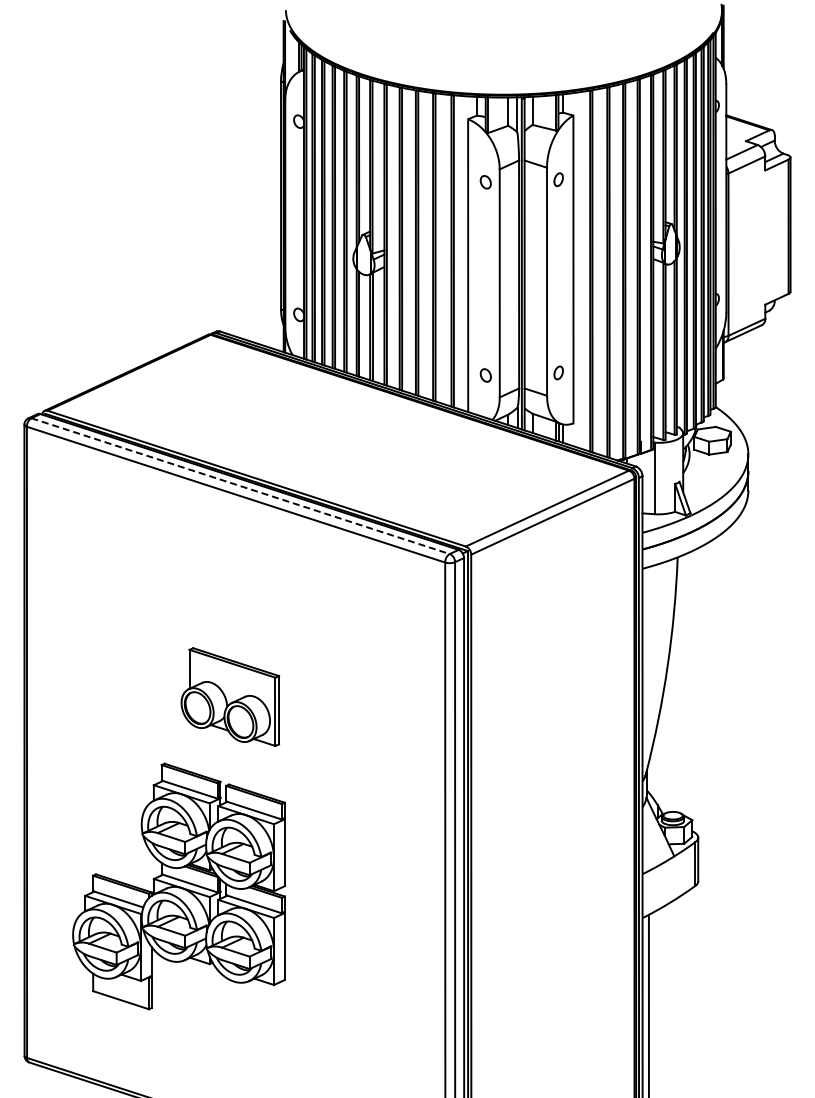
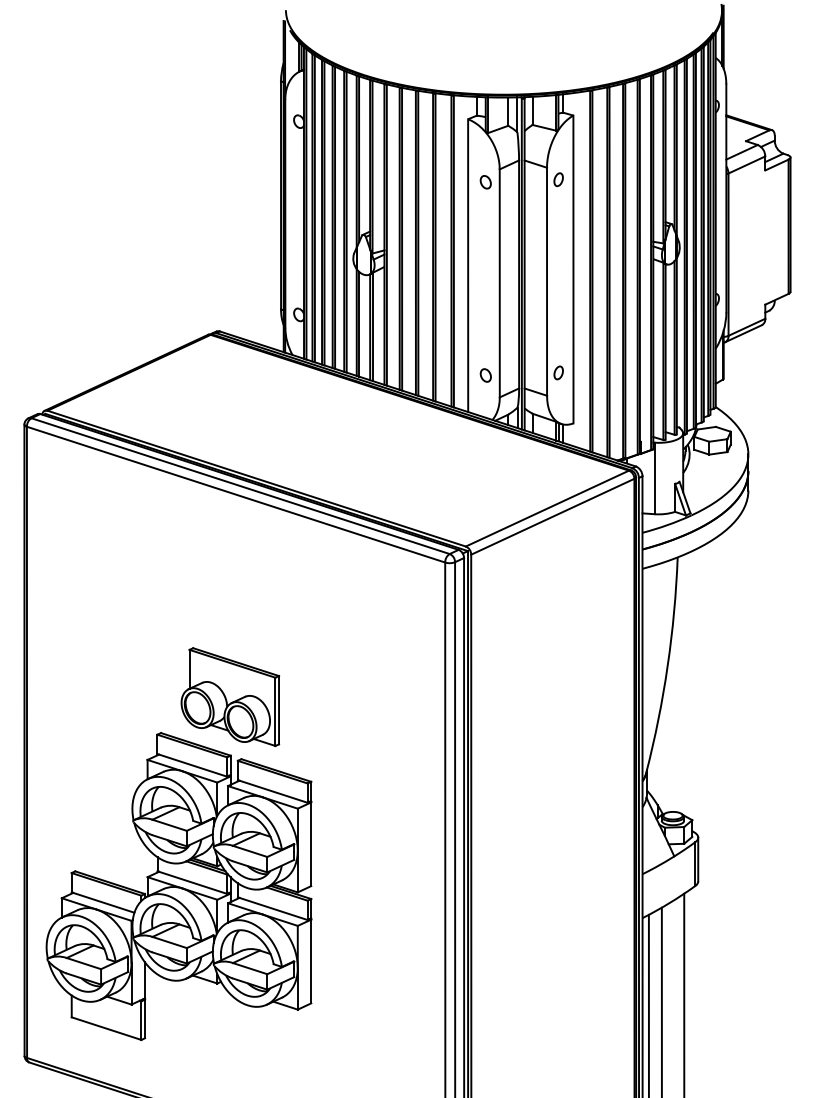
line at (240, 486): dashed -> solid
part at (178, 886) size: 214x249 px -> 268x309 px
line at (684, 993): none -> present
line at (661, 1000): none -> present
